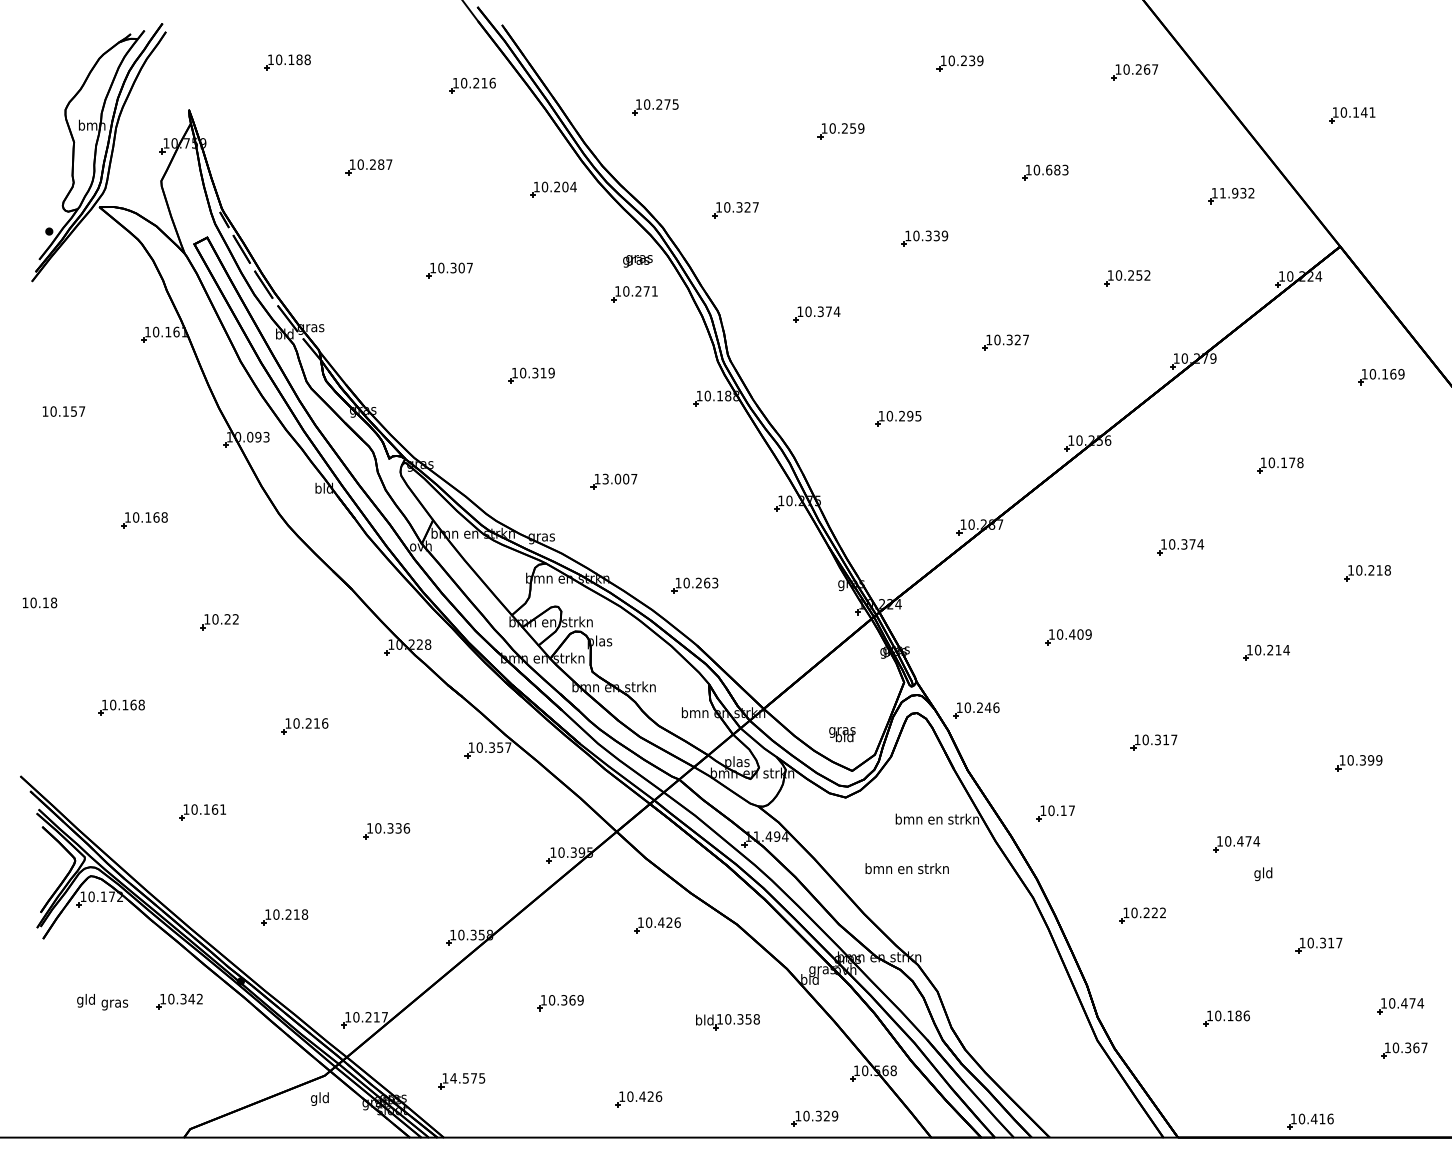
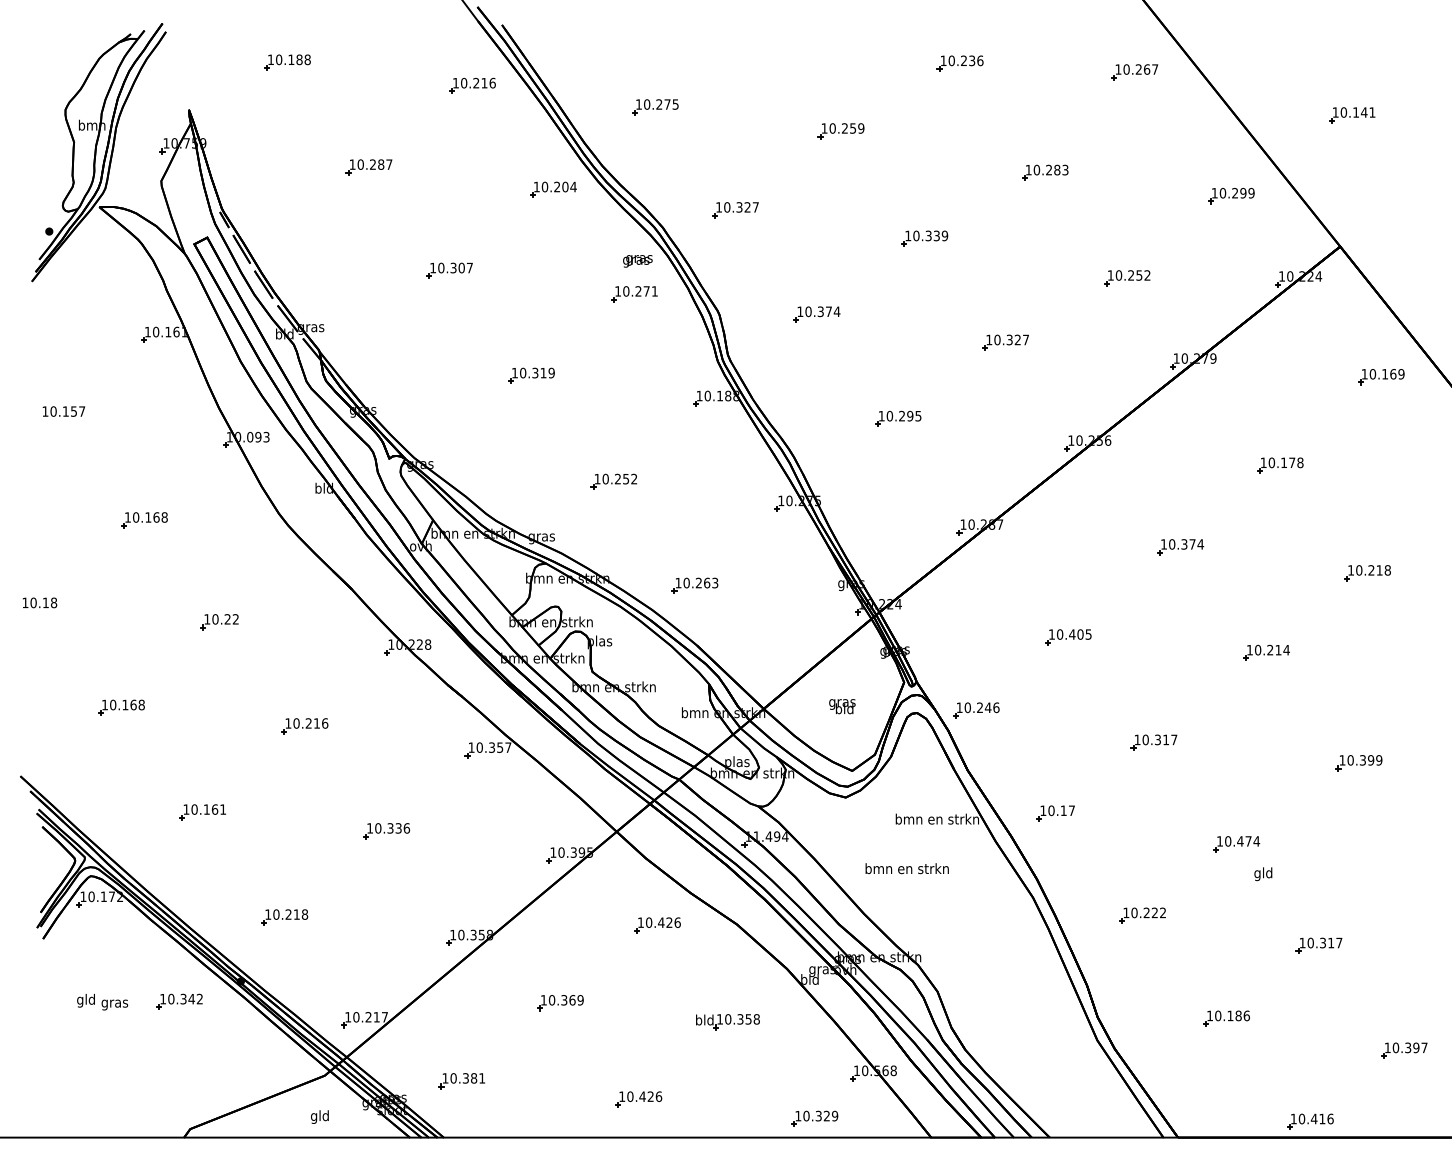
text at (980, 60): 10.239 -> 10.236
text at (1049, 169): 10.683 -> 10.283
text at (1236, 193): 11.932 -> 10.299
text at (619, 478): 13.007 -> 10.252
text at (1088, 634): 10.409 -> 10.405
text at (842, 734) position: (842, 734) -> (842, 706)
part at (1400, 1006): present -> none
text at (1416, 1047): 10.367 -> 10.397
text at (467, 1078): 14.575 -> 10.381
text at (319, 1098) position: (319, 1098) -> (319, 1116)
